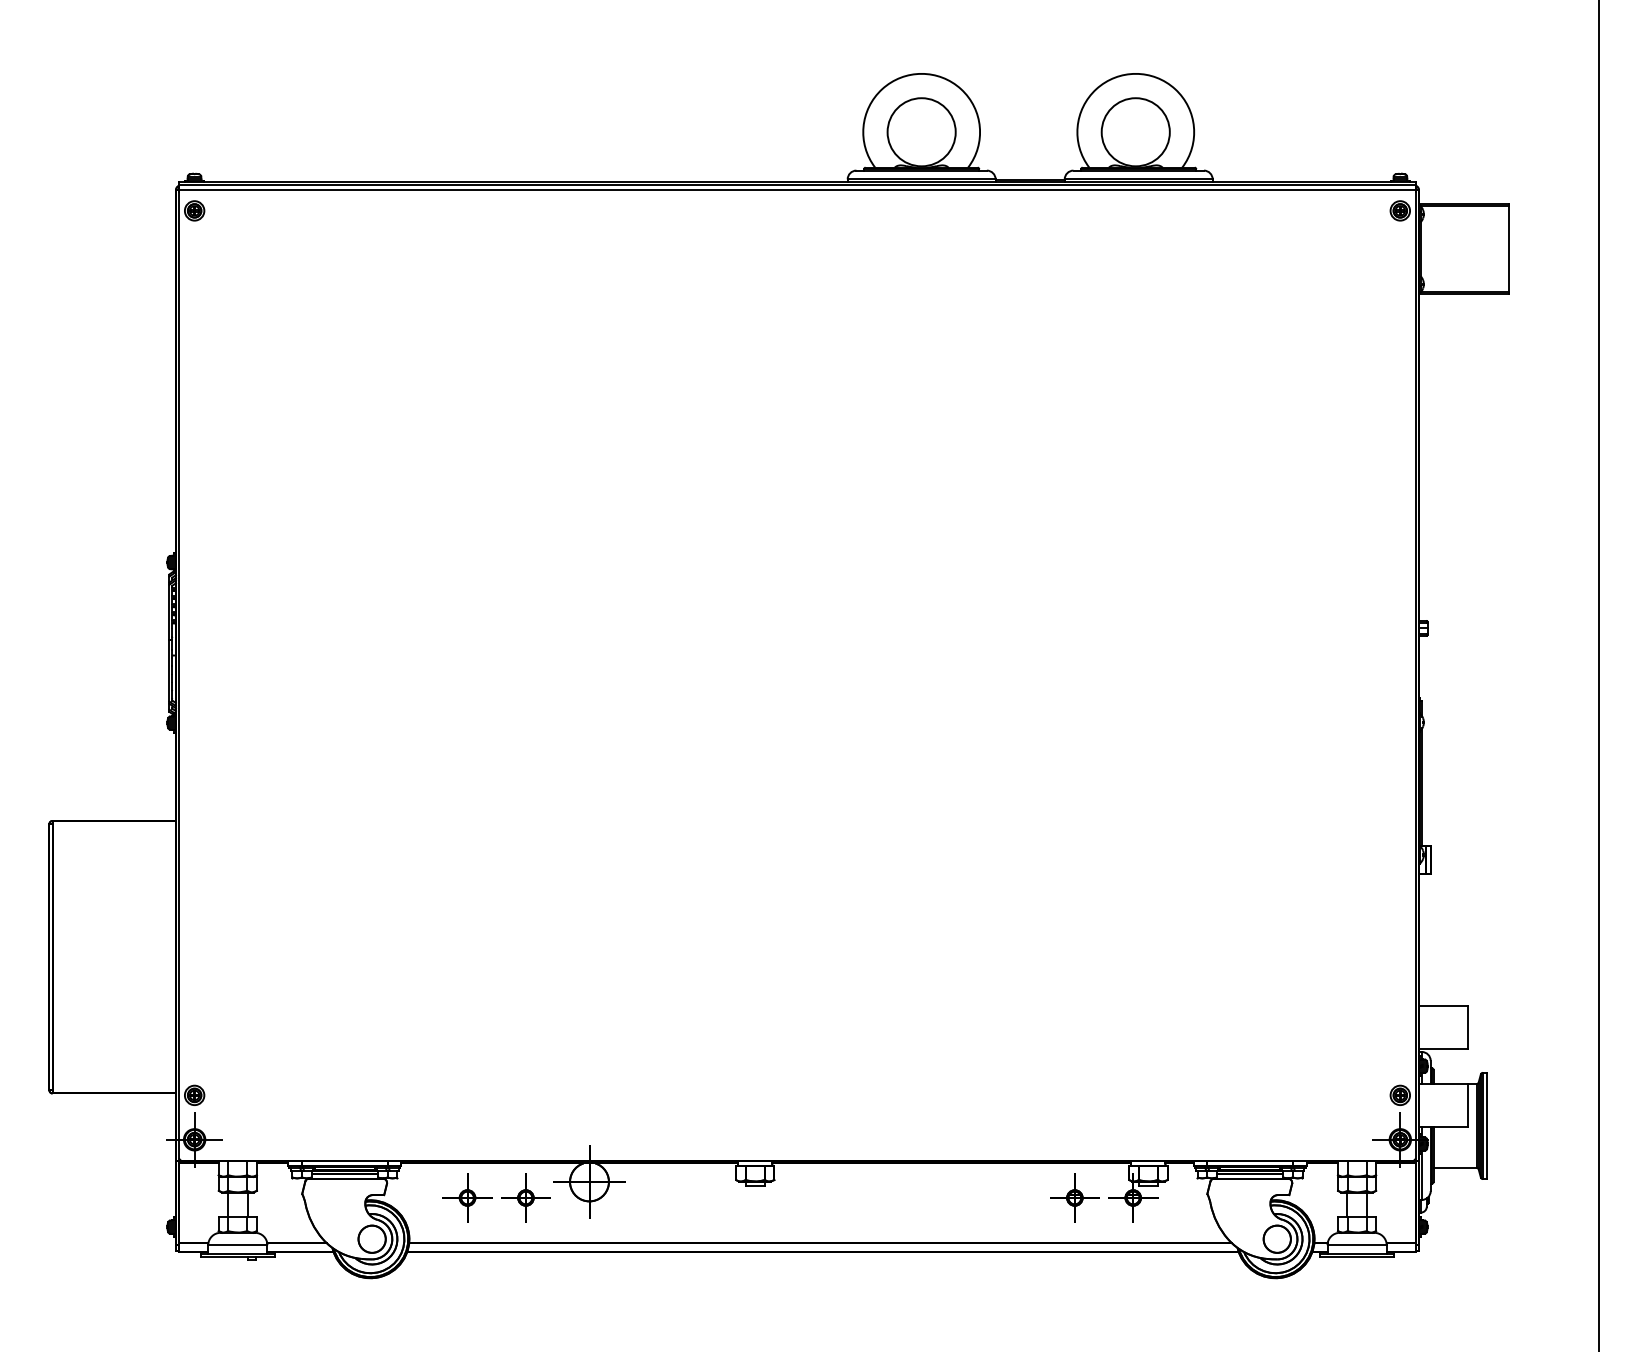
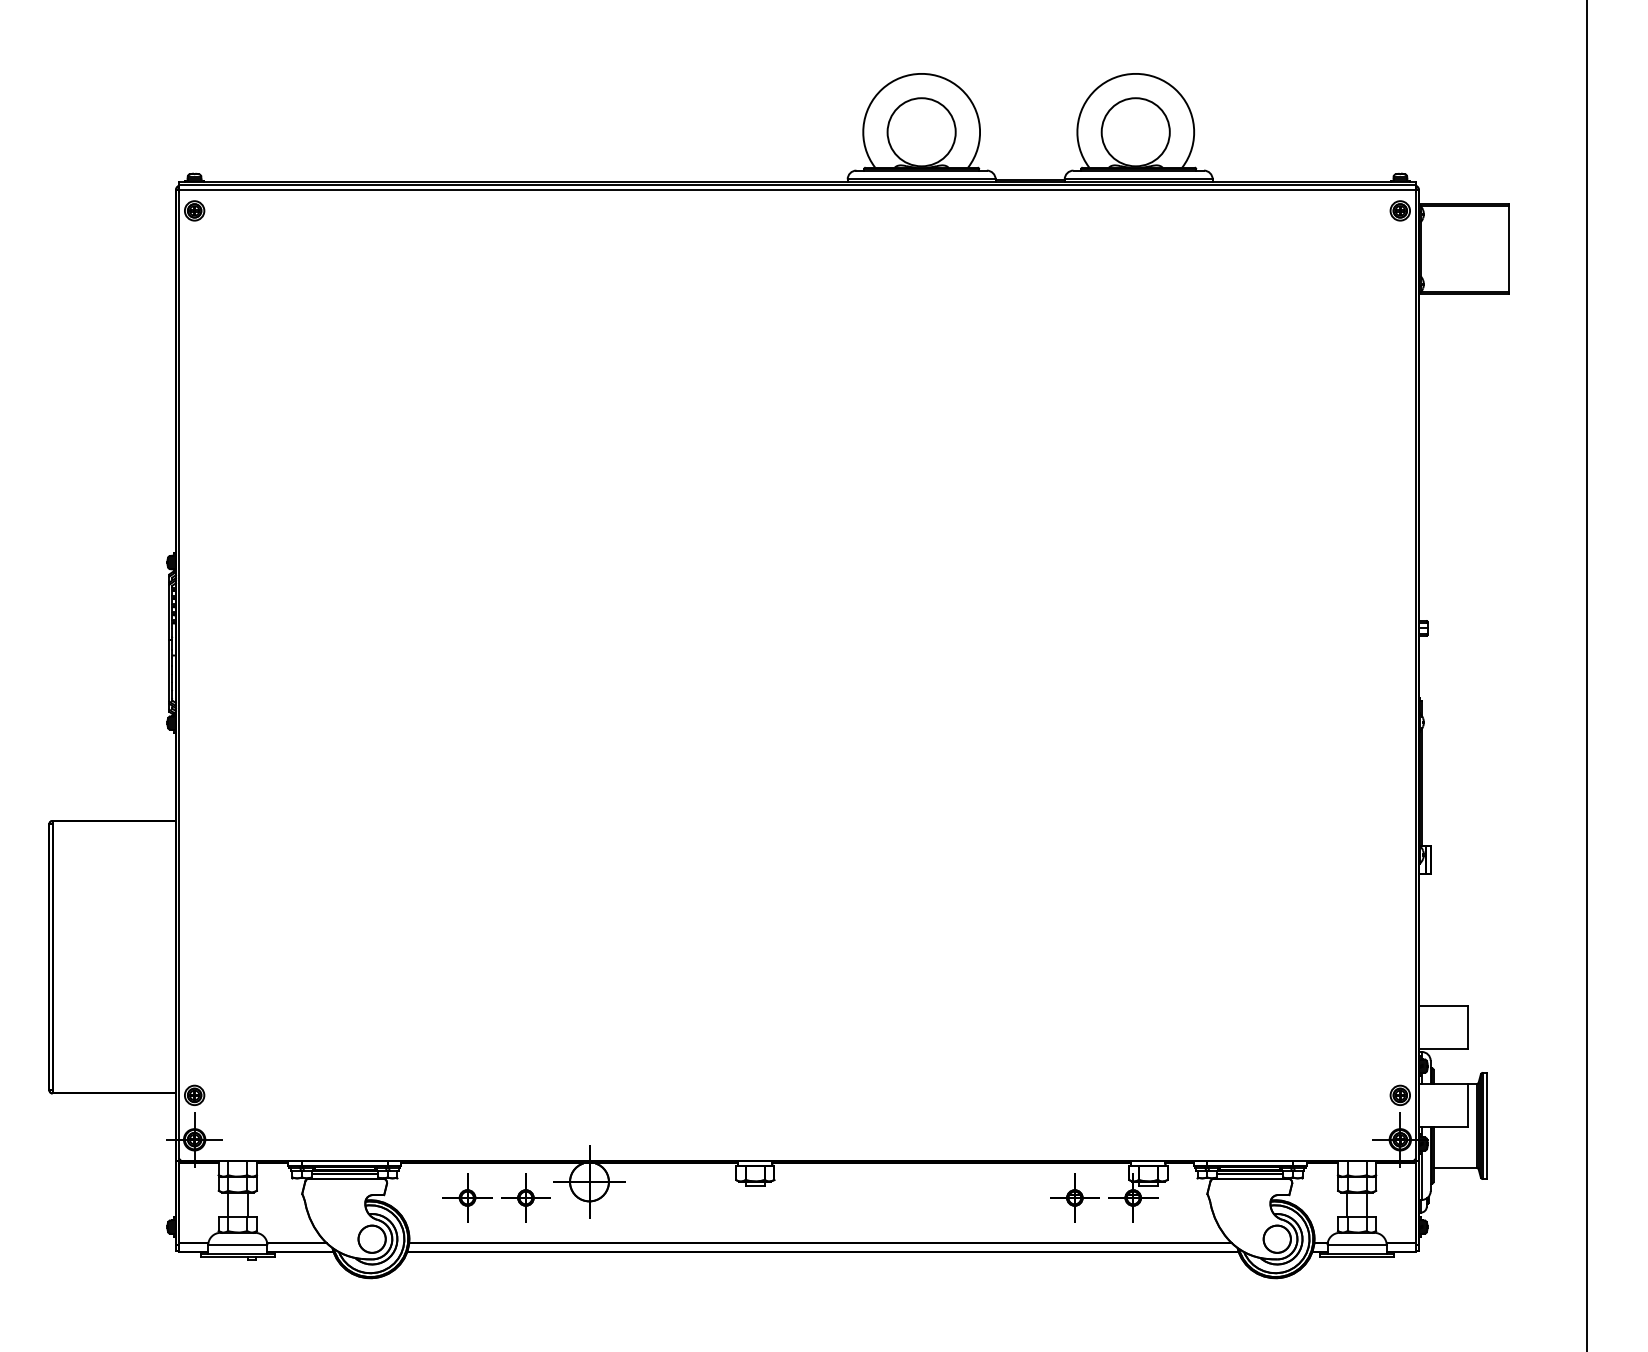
line at (1598, 675) position: (1598, 675) -> (1586, 675)
